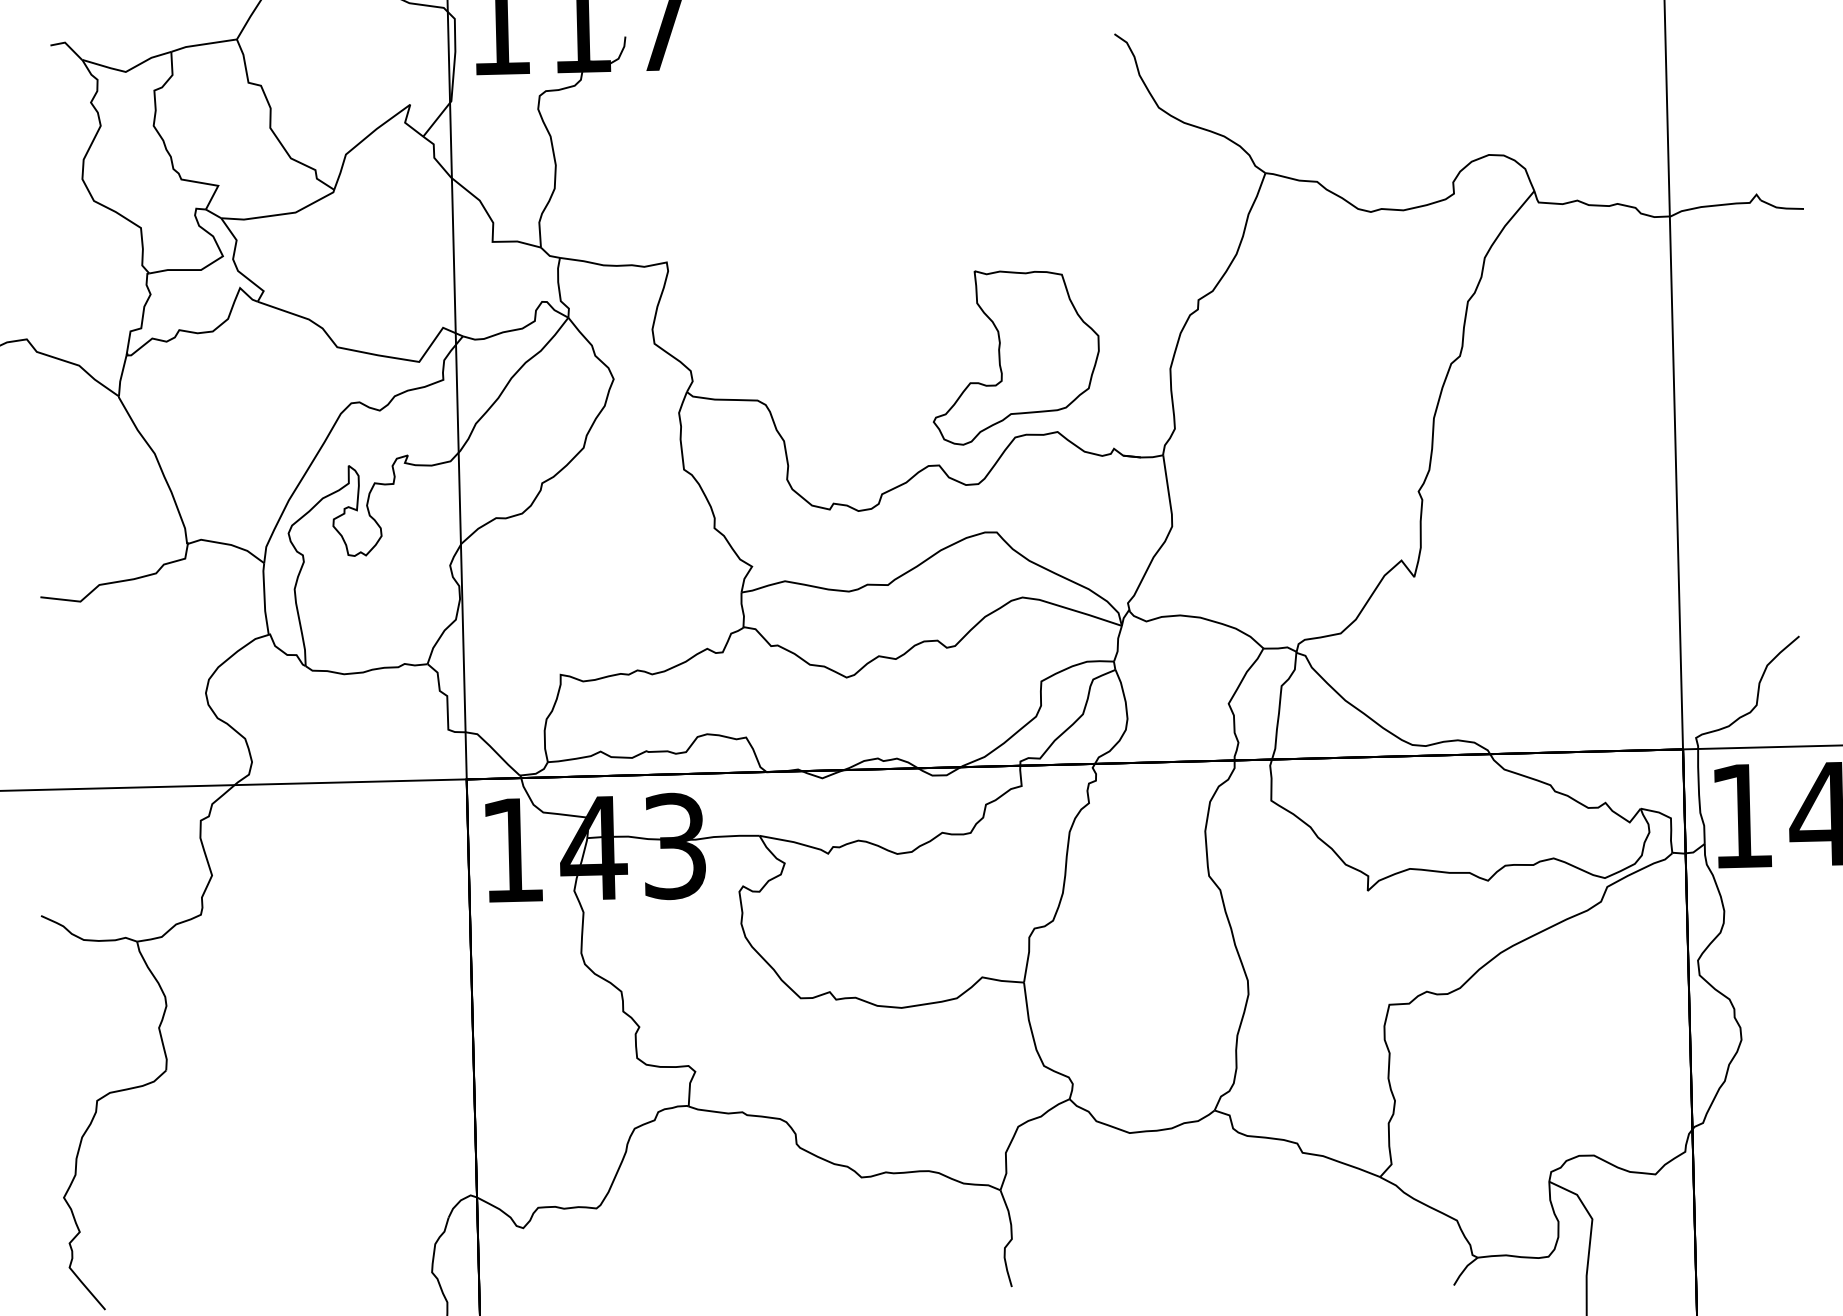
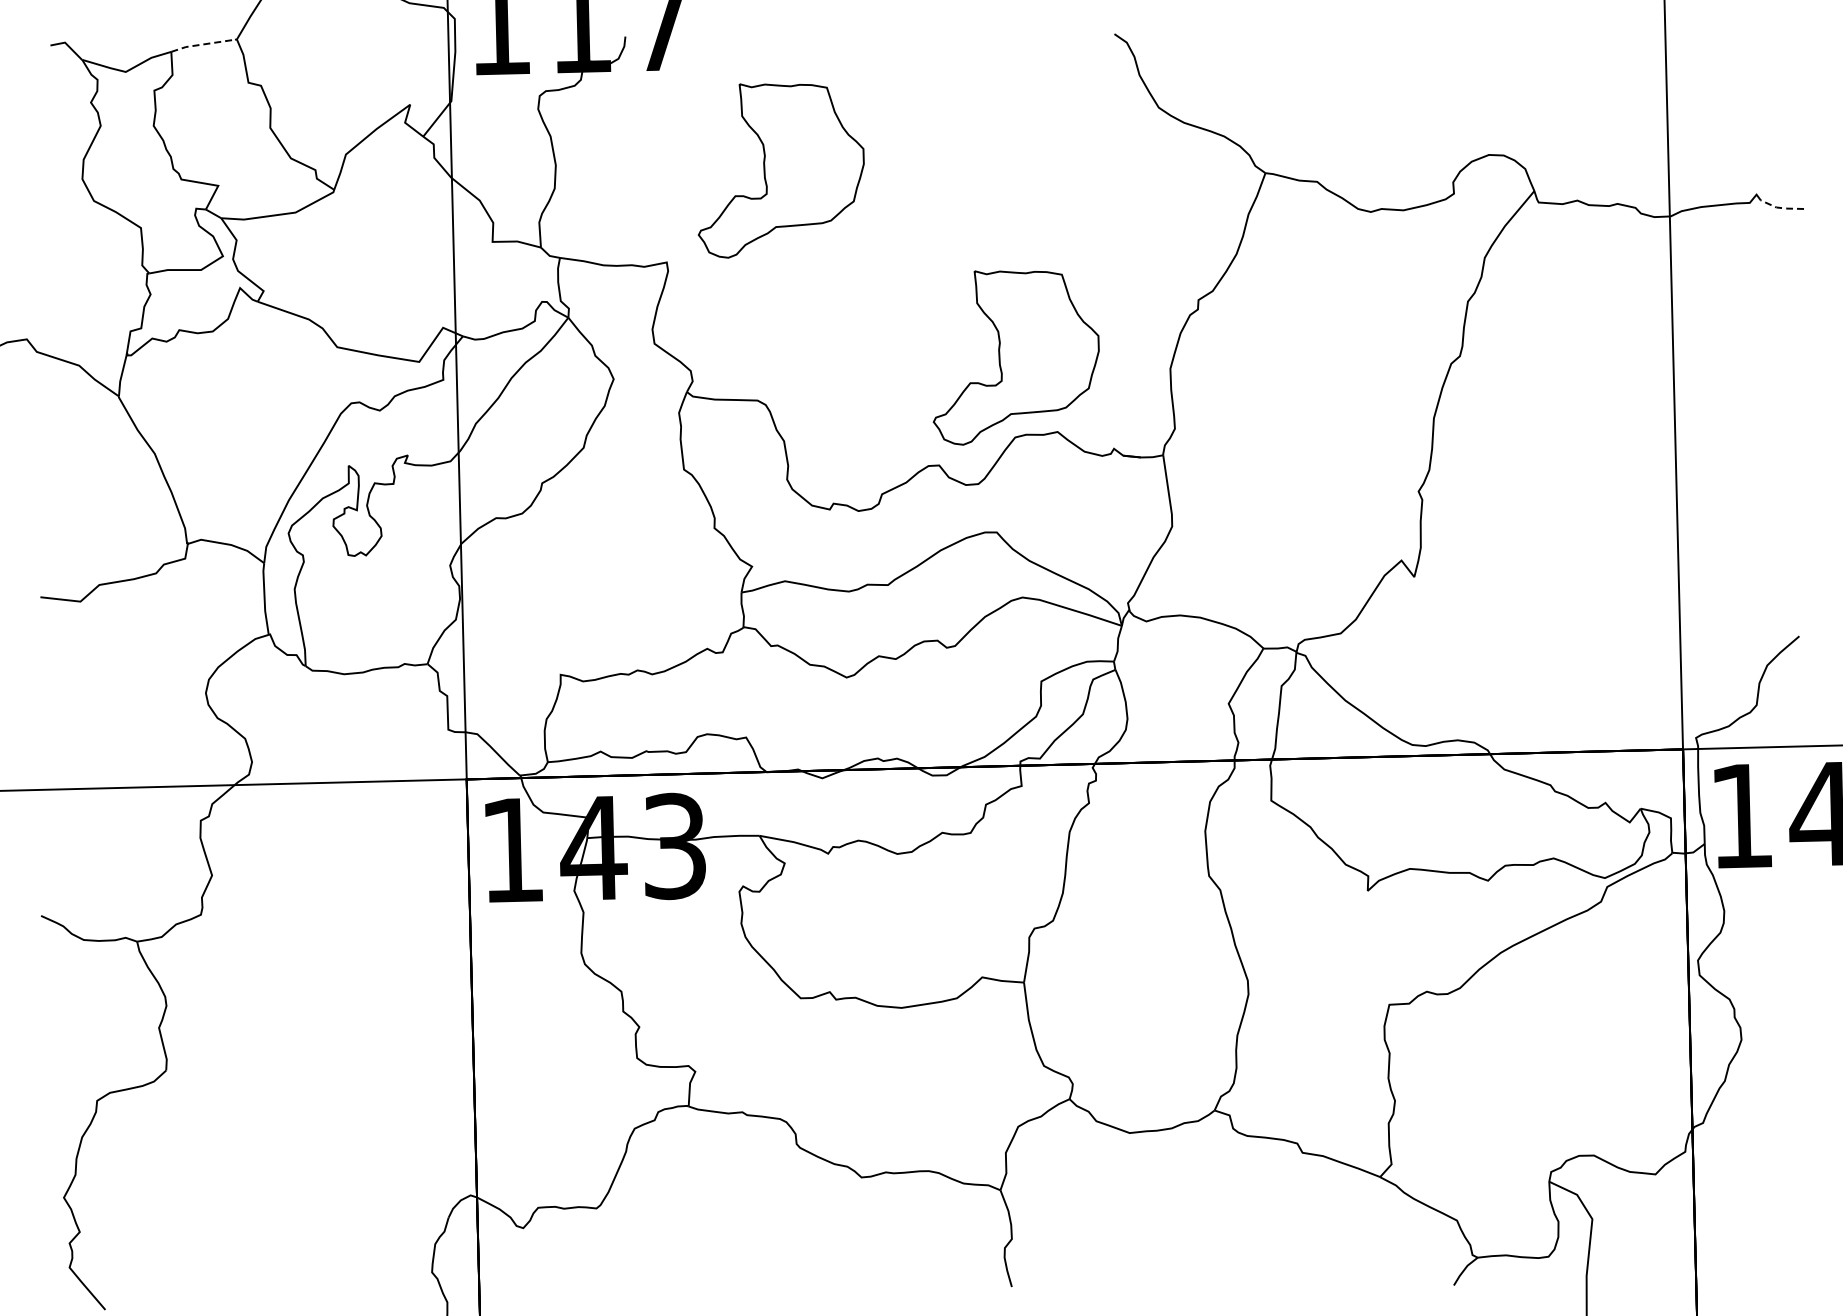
line at (202, 44): solid -> dashed
part at (780, 170): none -> present
line at (1781, 208): solid -> dashed
